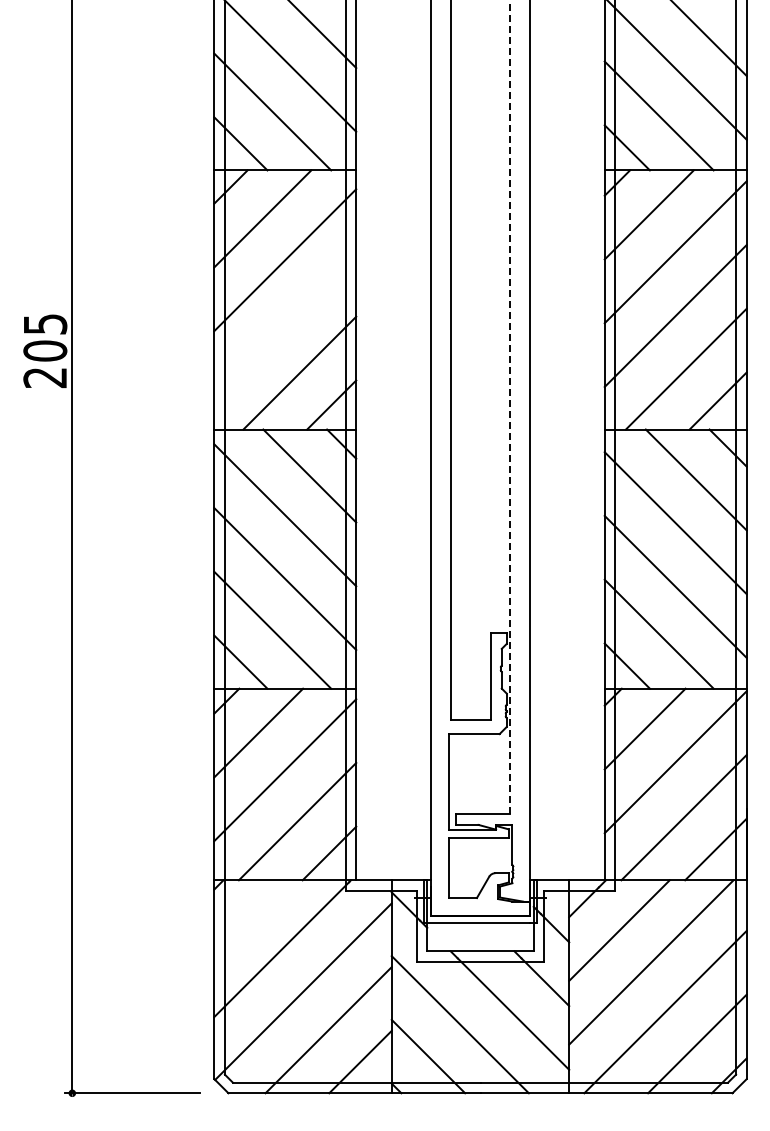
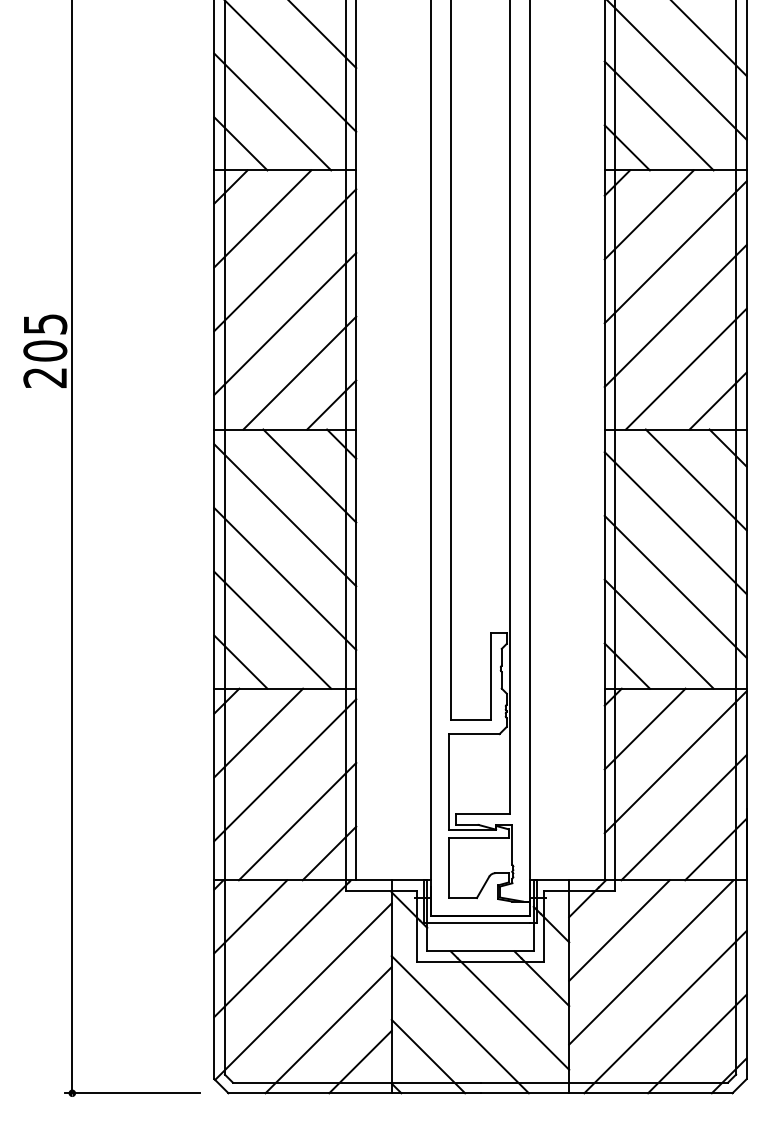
line at (285, 323): none -> present
line at (510, 406): dashed -> solid
line at (250, 916): none -> present
